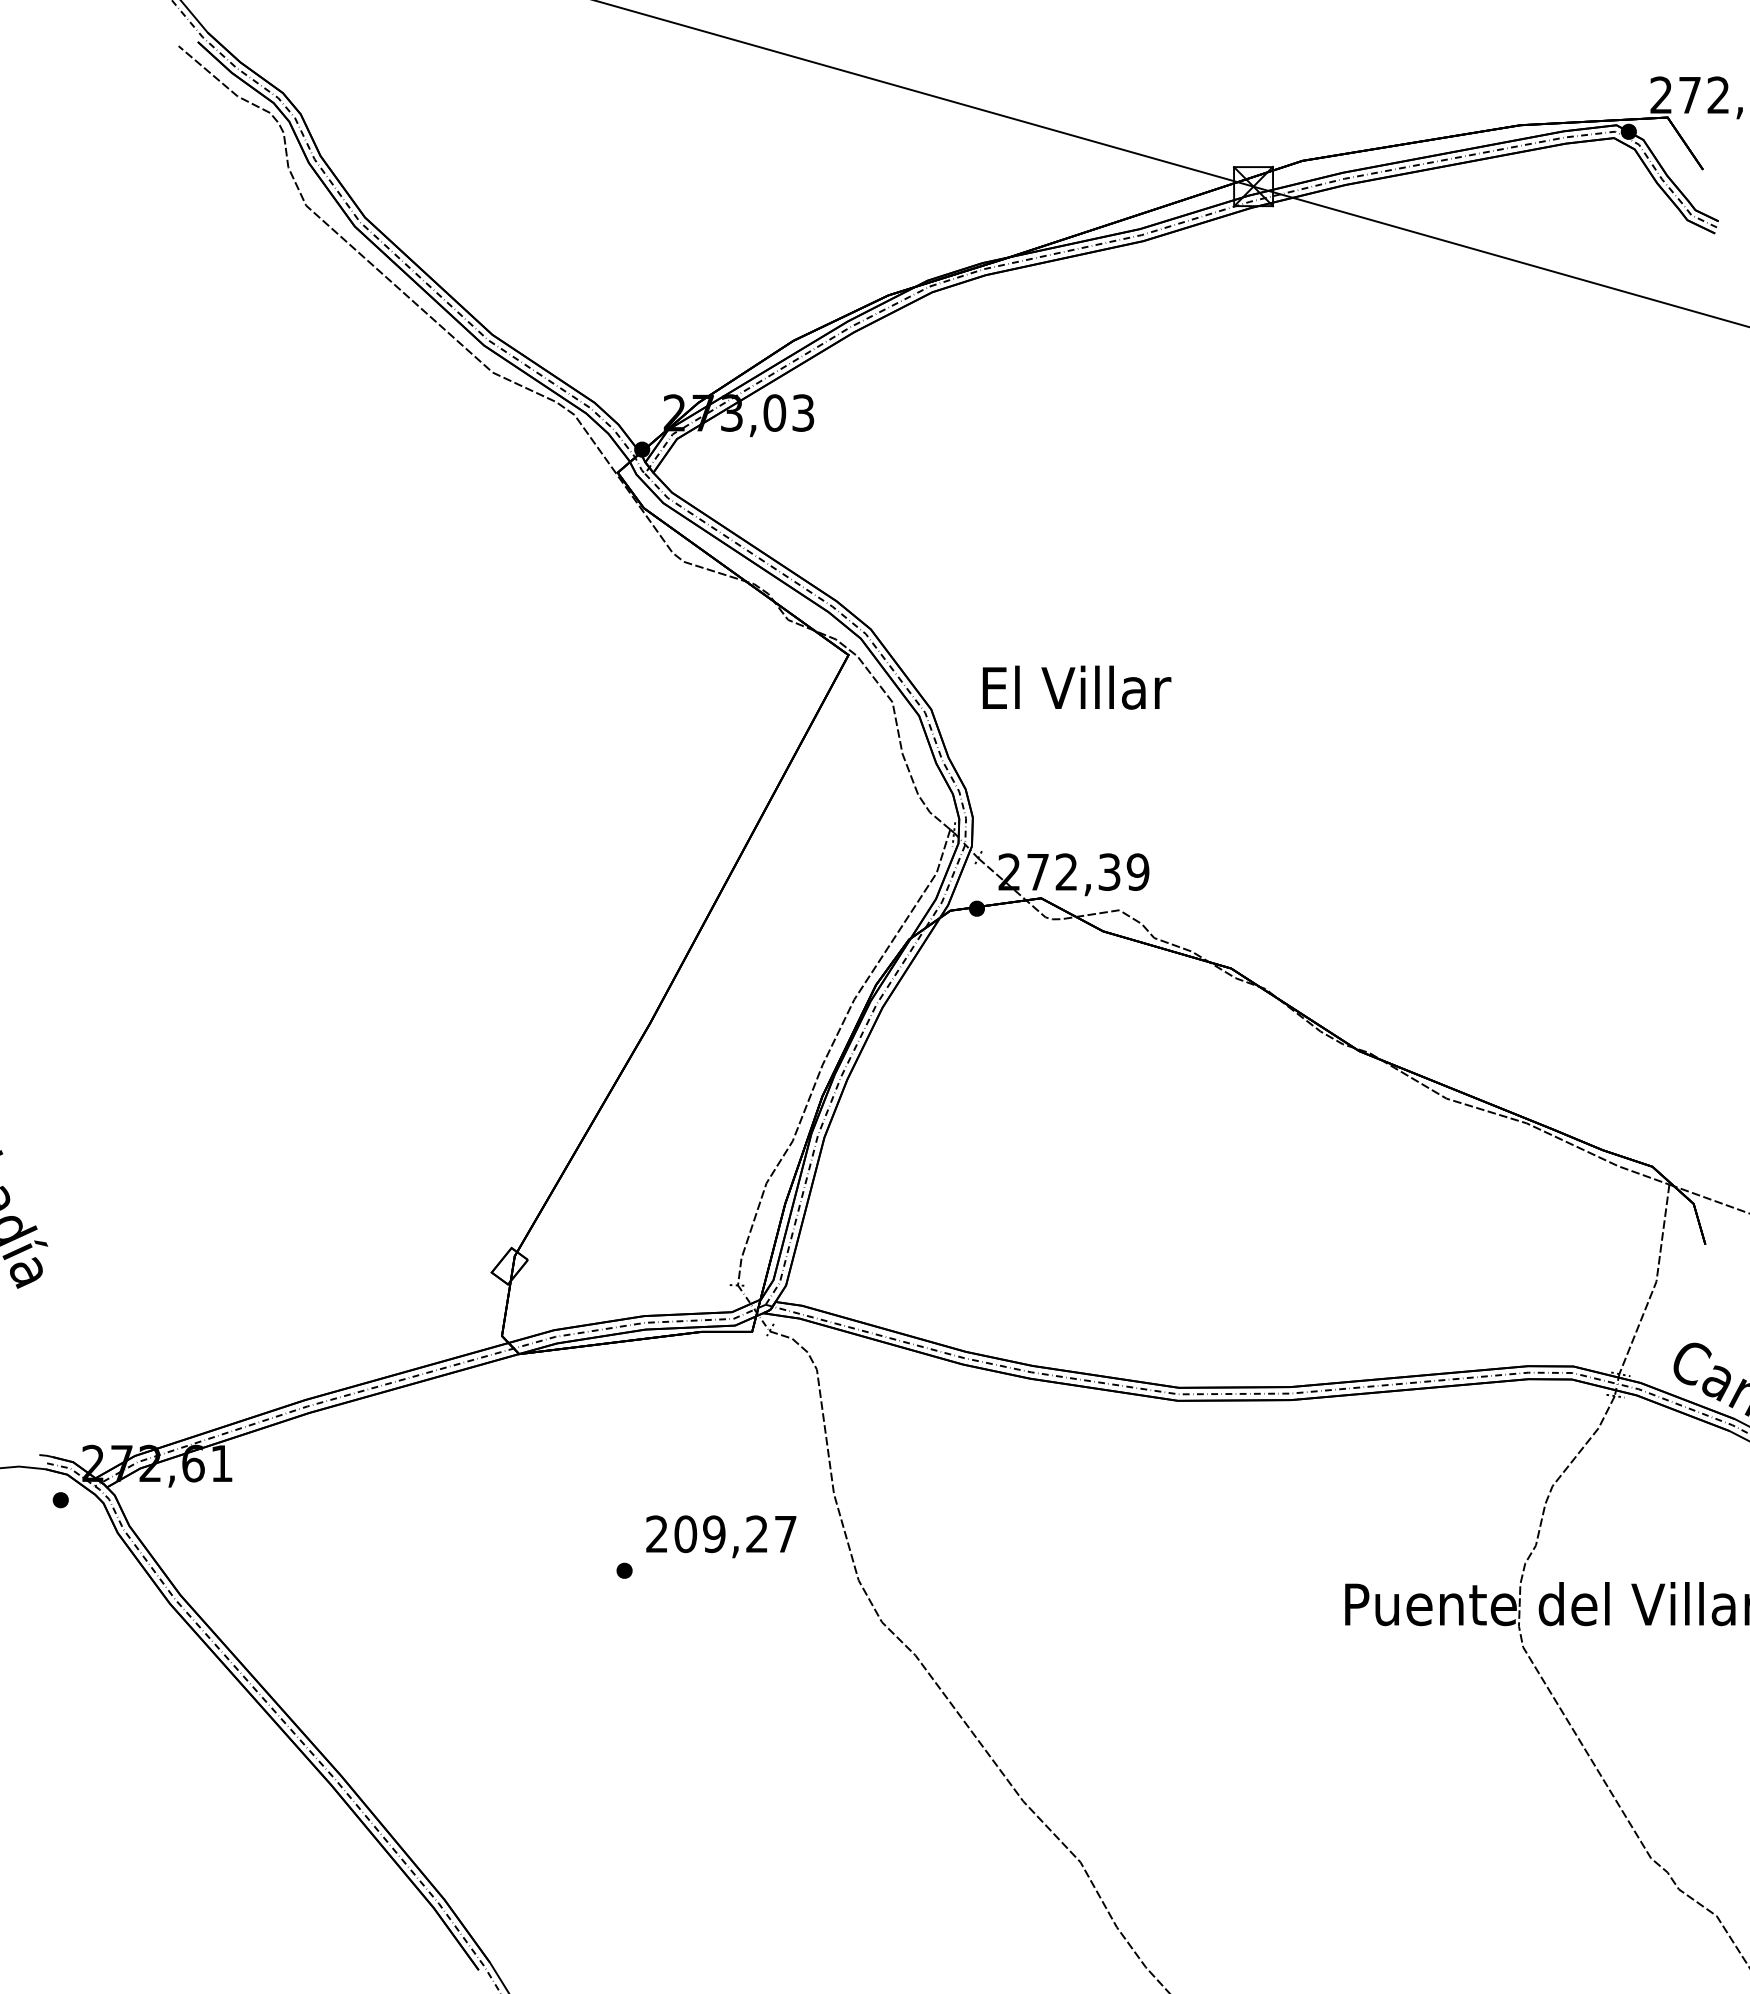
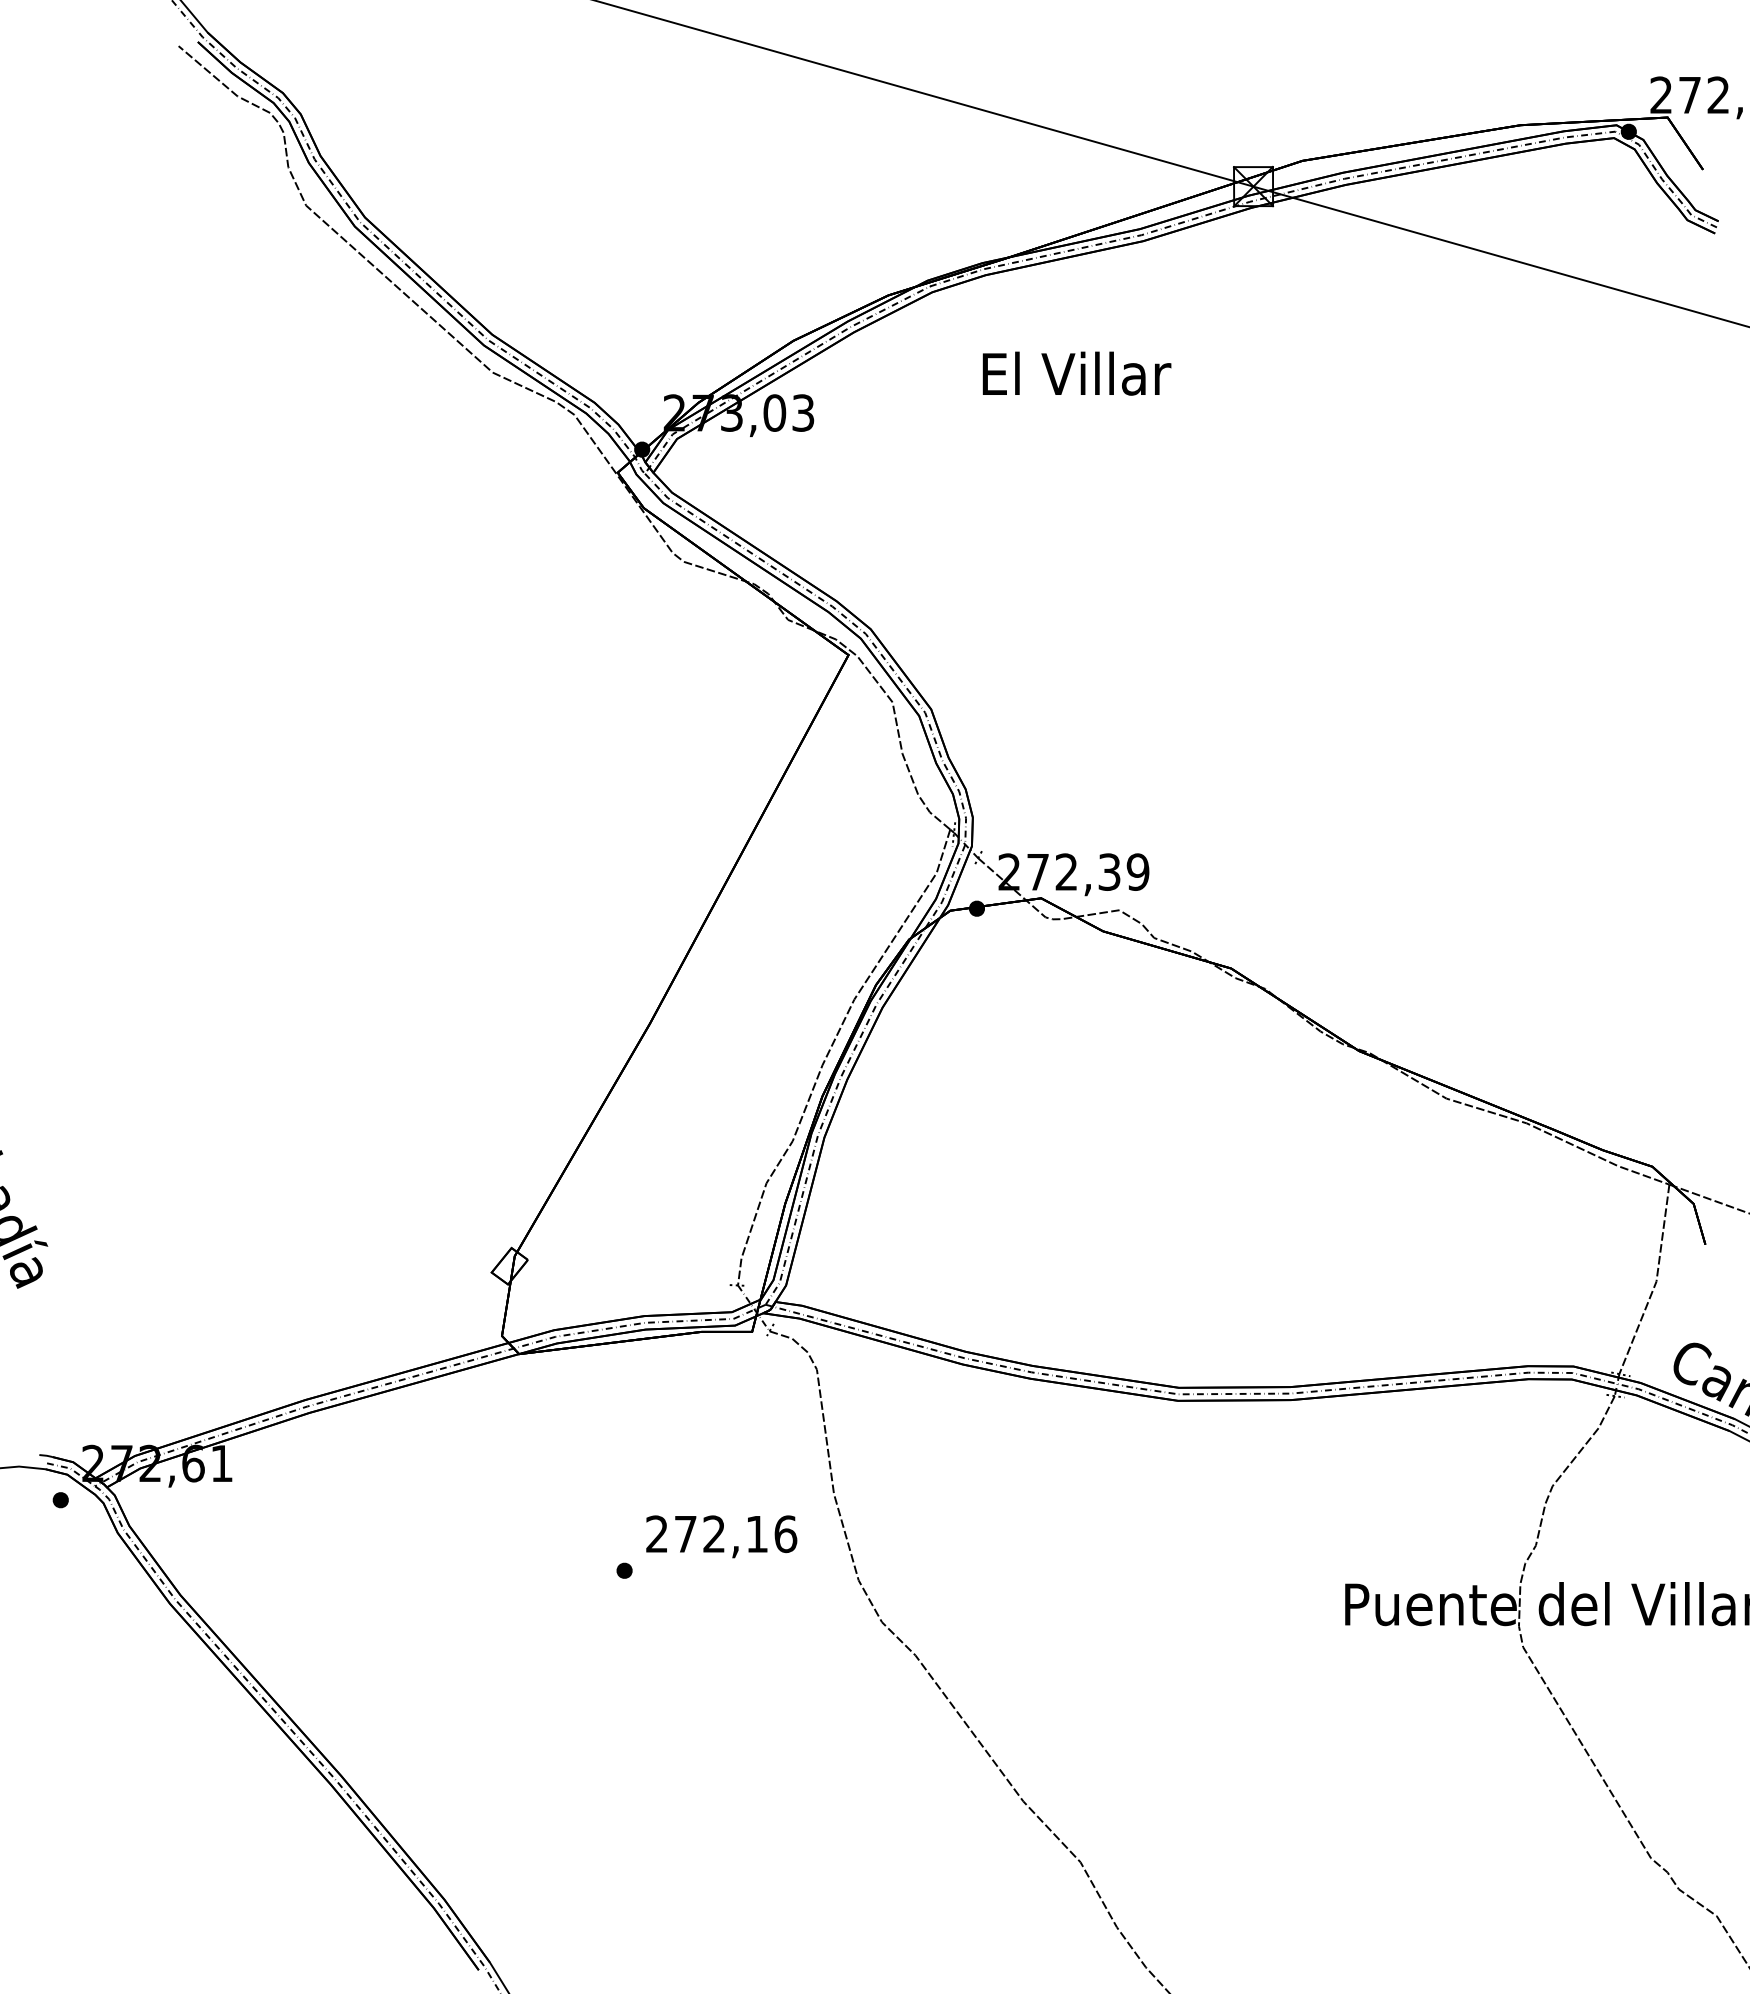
text at (1076, 687) position: (1076, 687) -> (1076, 373)
text at (735, 1534): 209,27 -> 272,16
